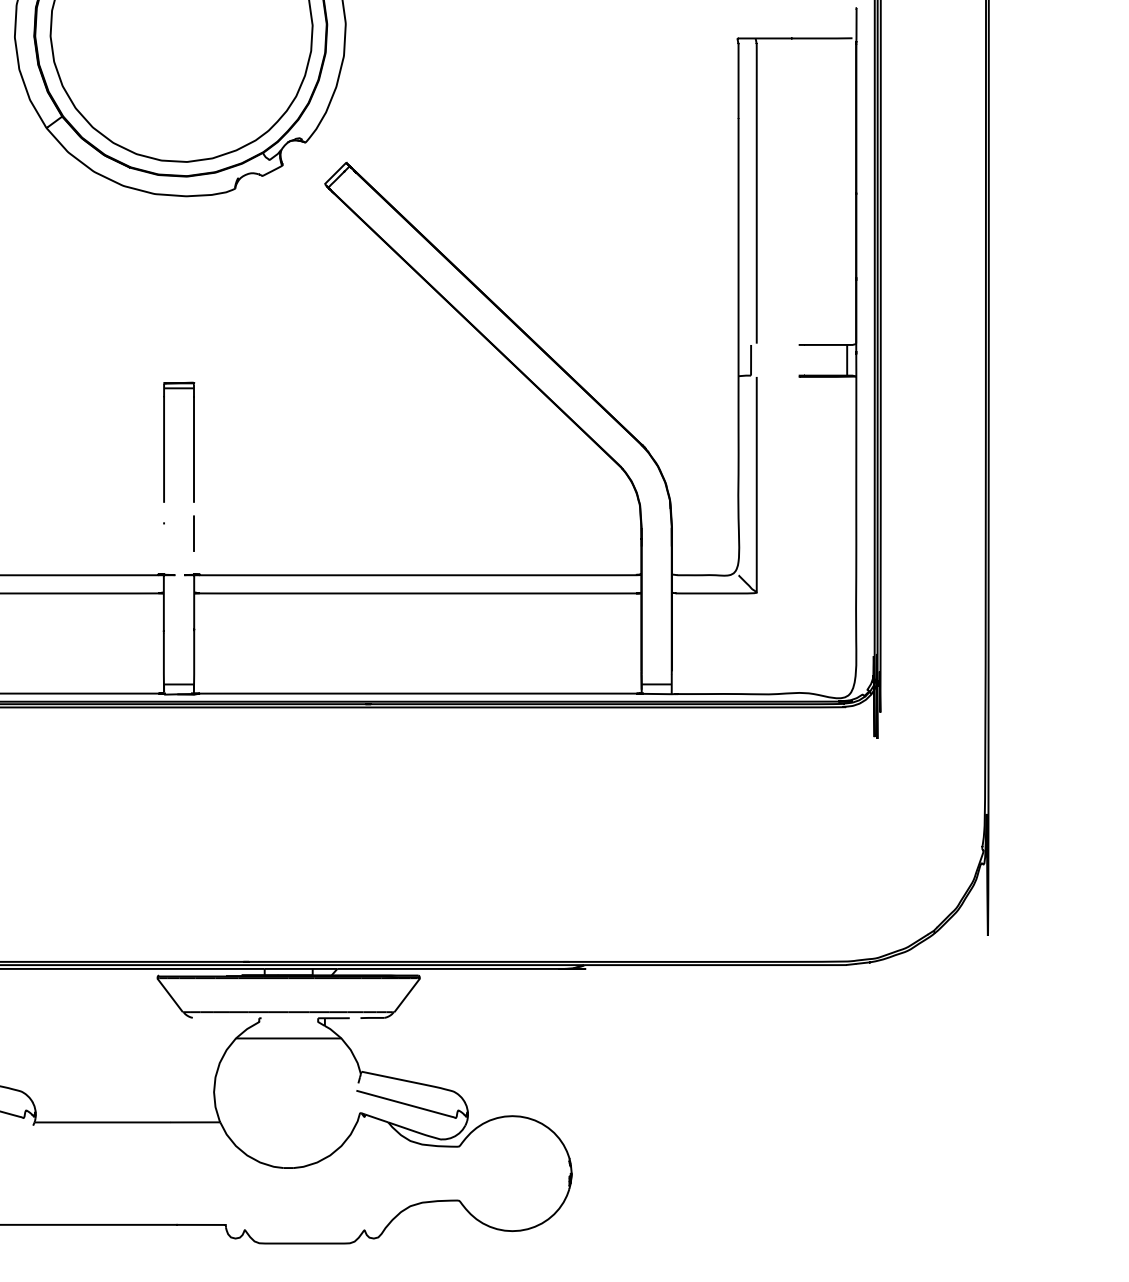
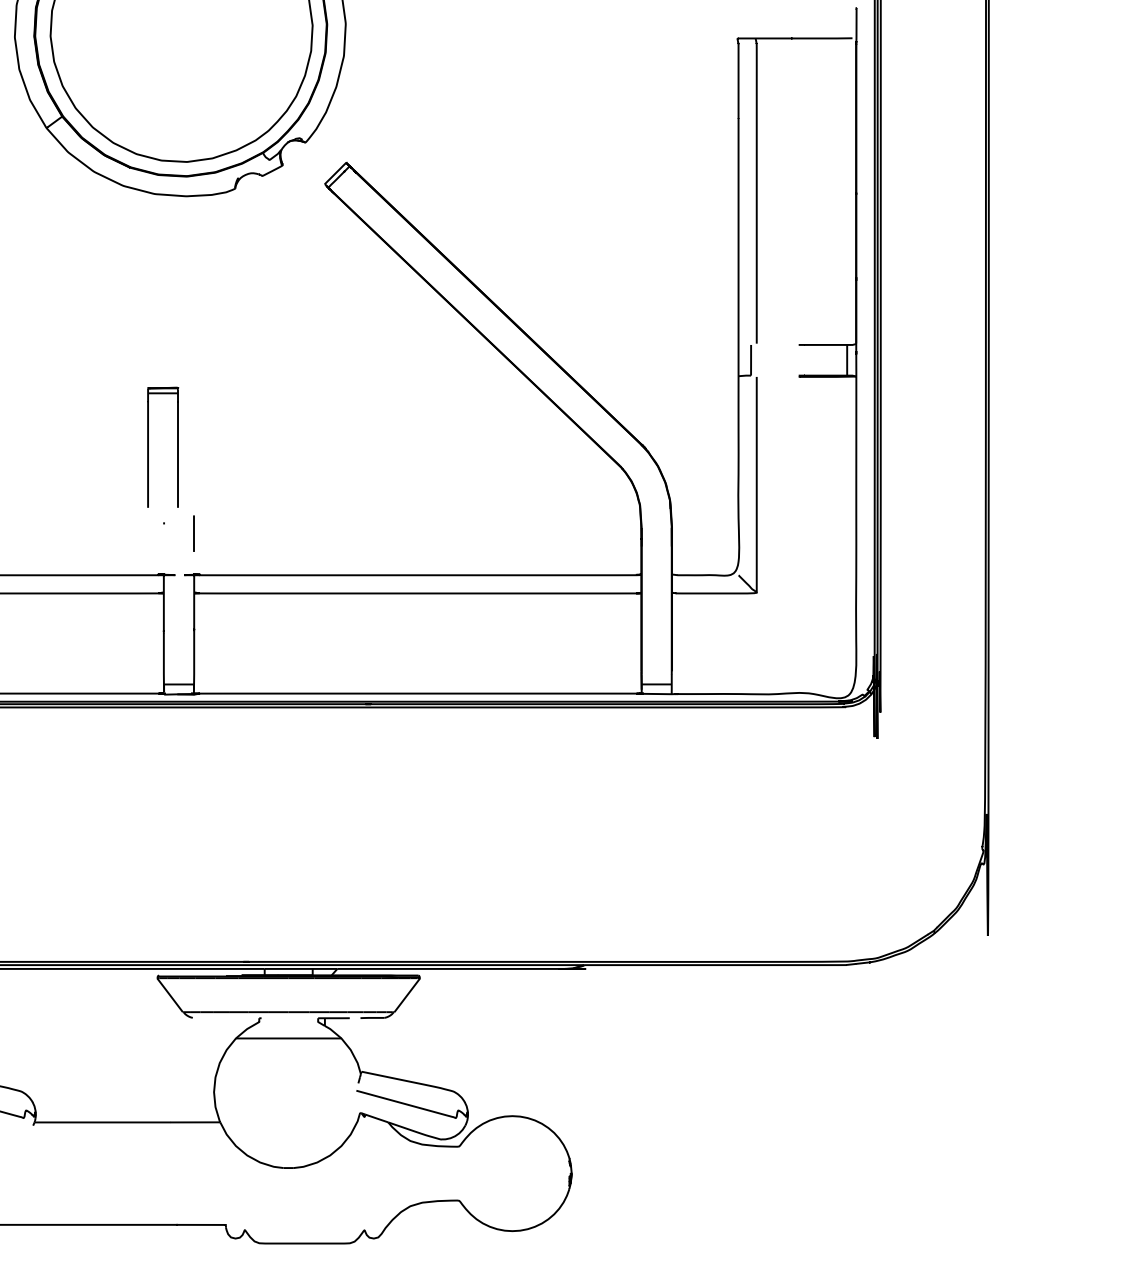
part at (193, 441) position: (193, 441) -> (177, 446)
